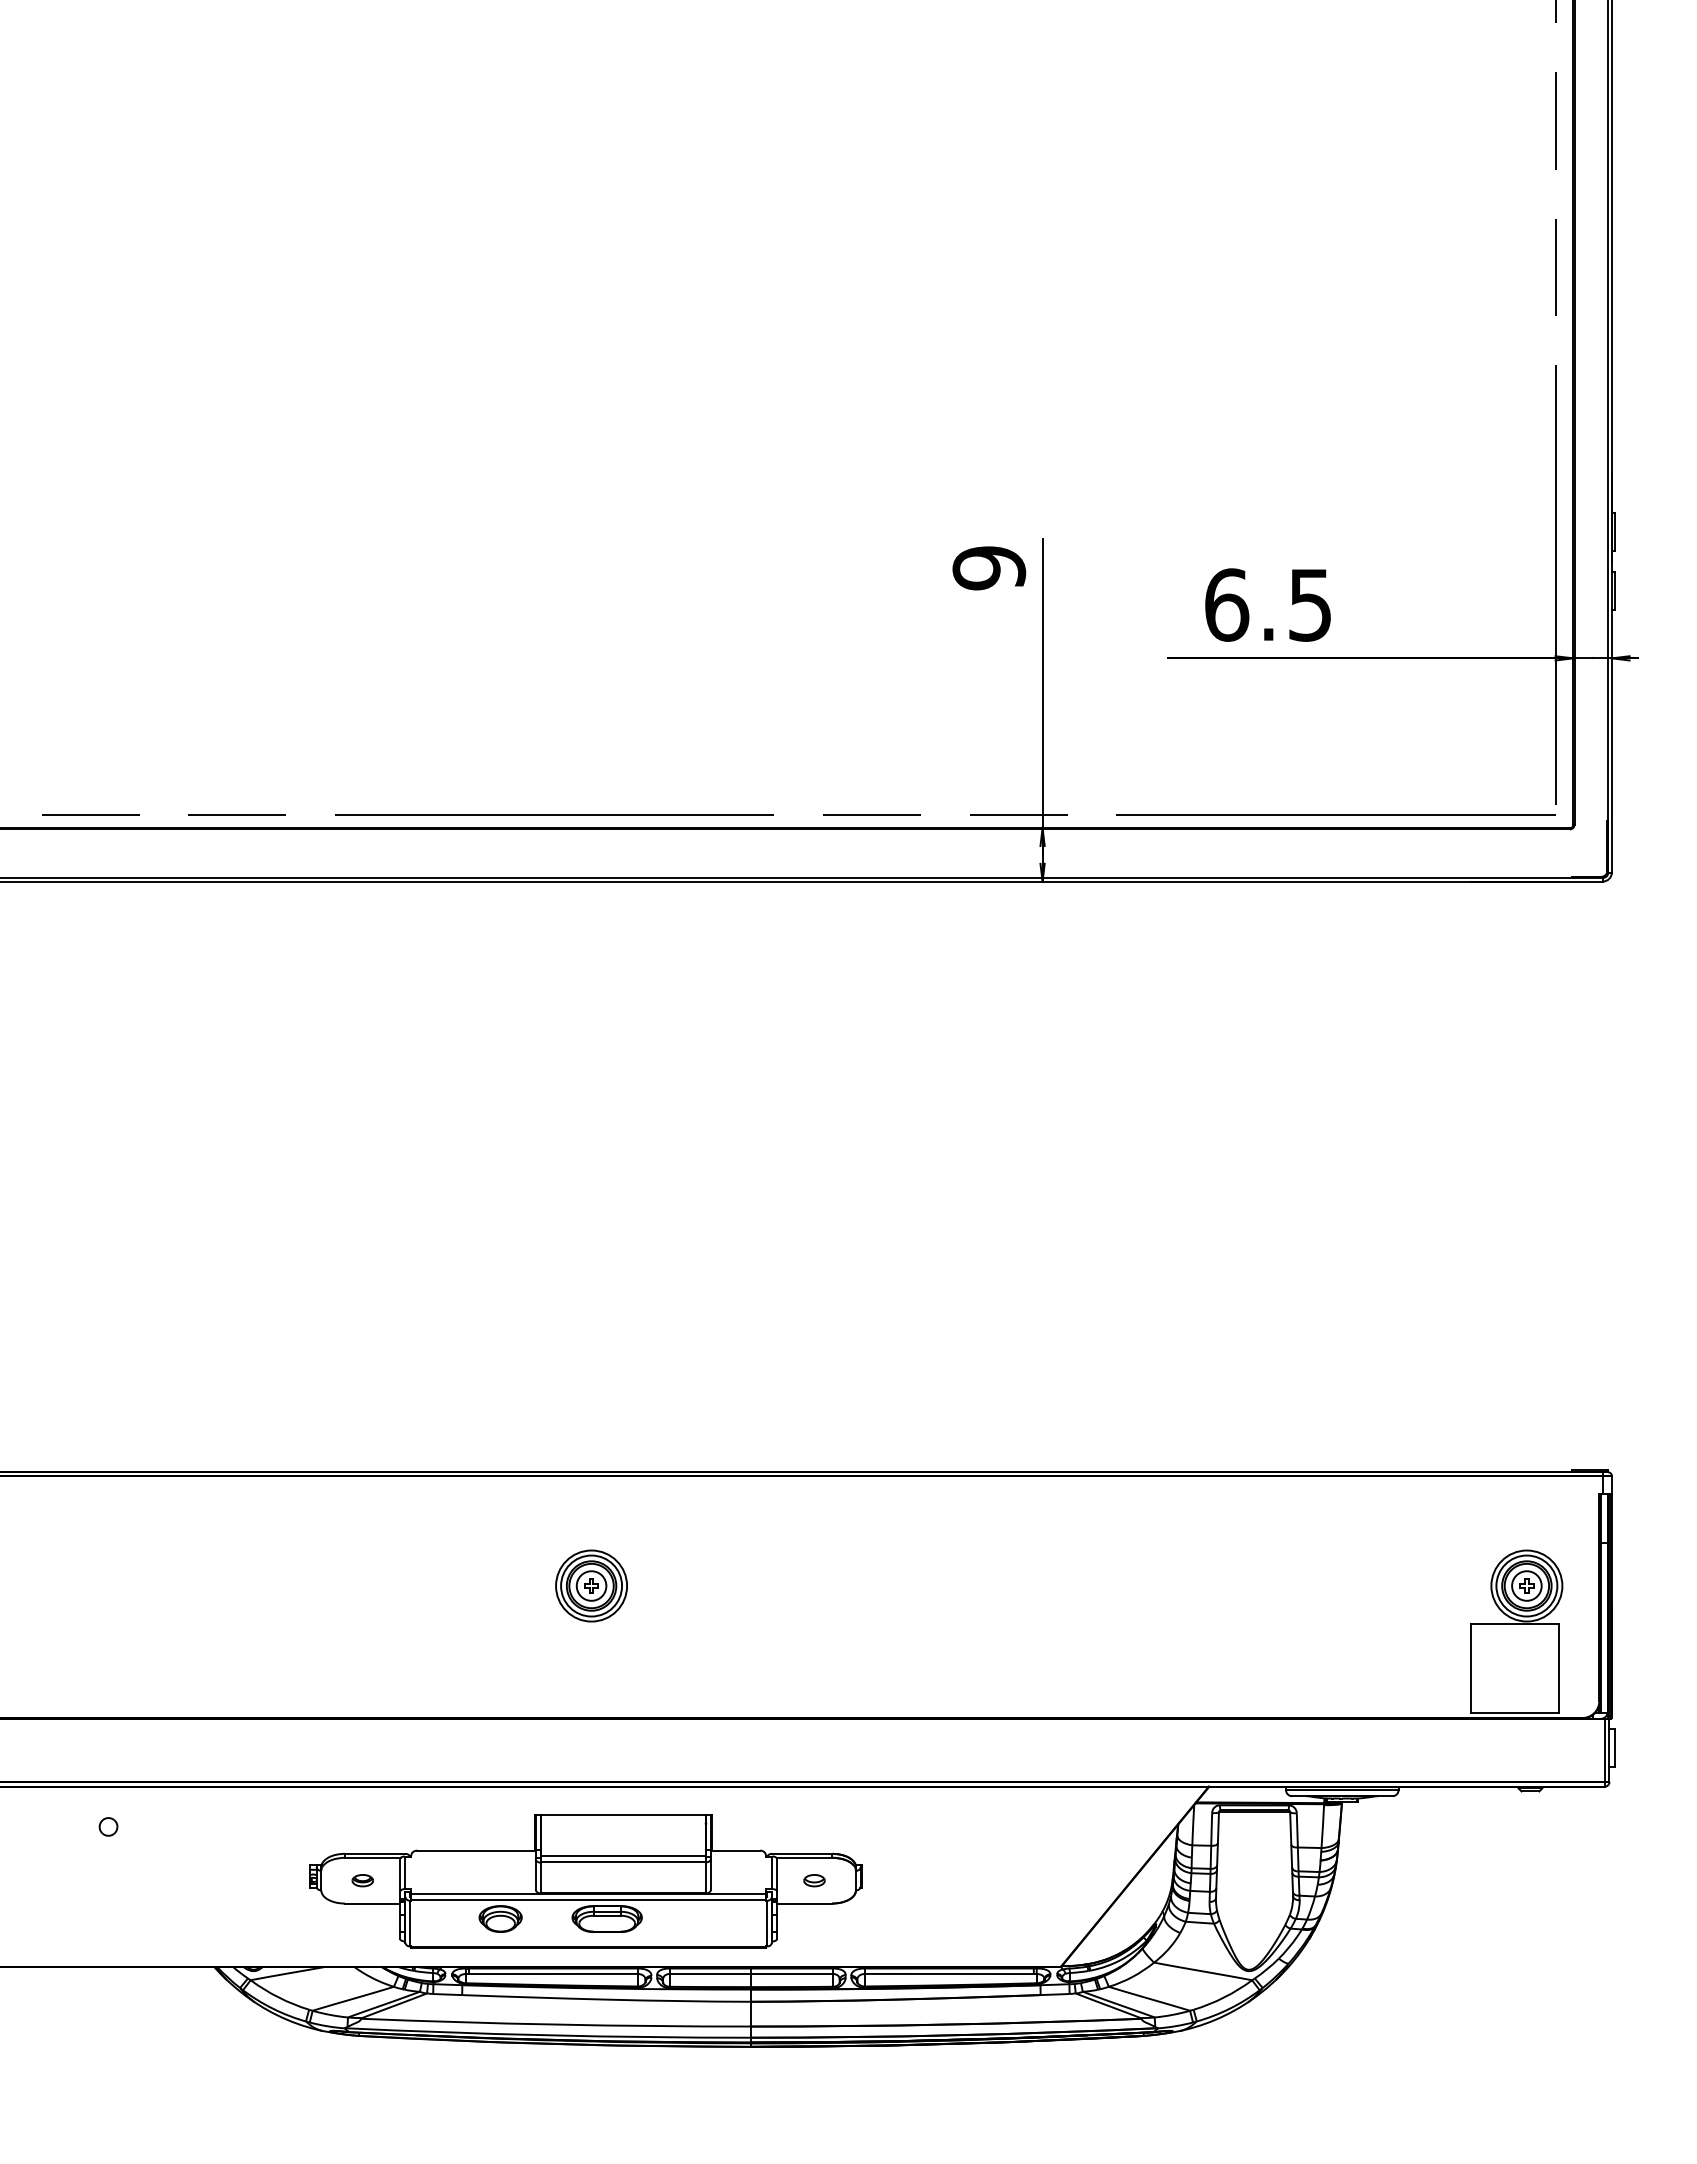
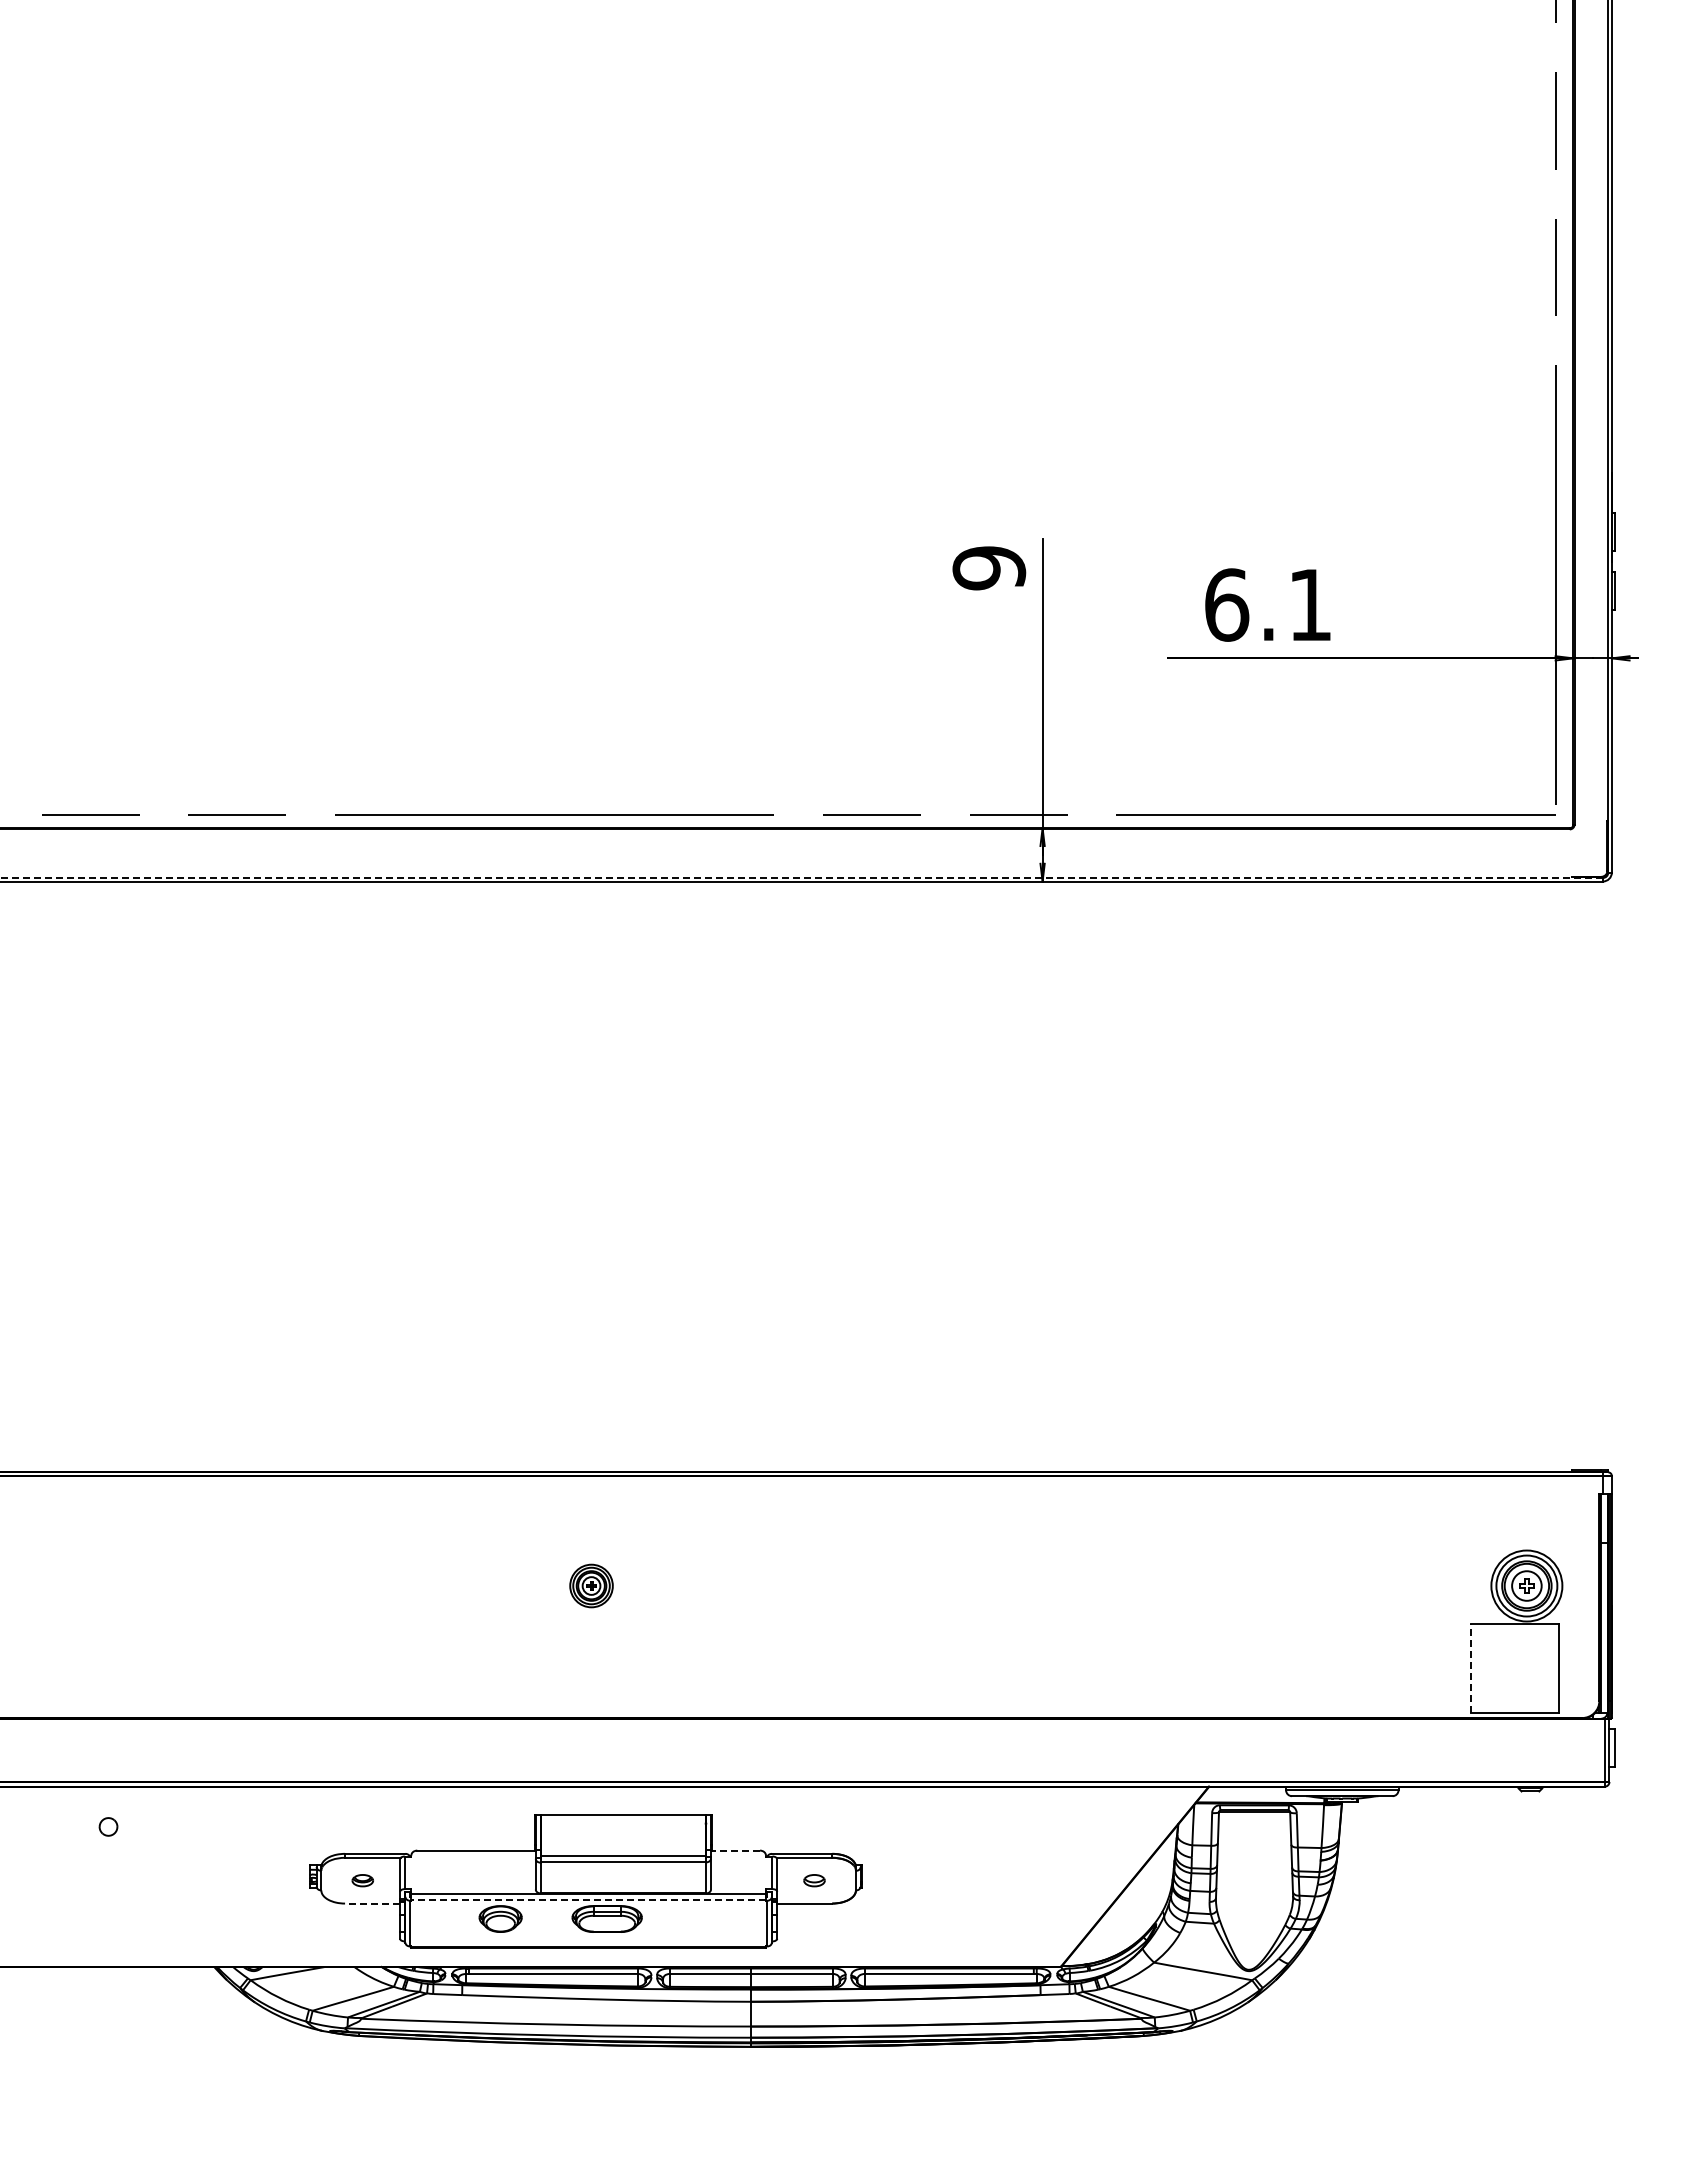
text at (1309, 605): 6.5 -> 6.1
line at (801, 877): solid -> dashed
part at (591, 1585) size: 73x74 px -> 45x46 px
line at (1470, 1667): solid -> dashed
line at (735, 1850): solid -> dashed
line at (588, 1900): solid -> dashed
line at (372, 1903): solid -> dashed
